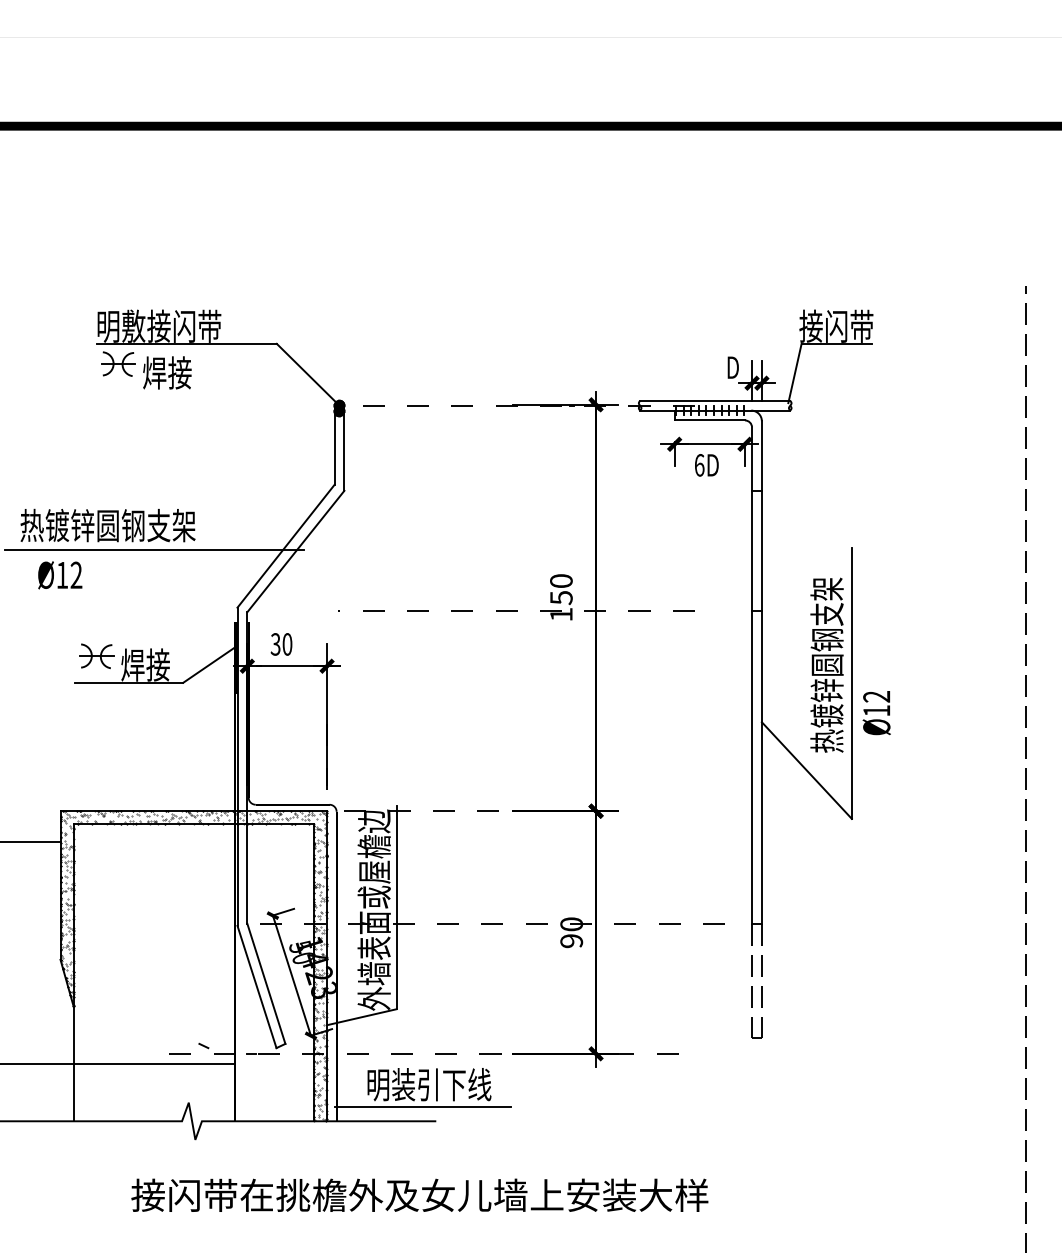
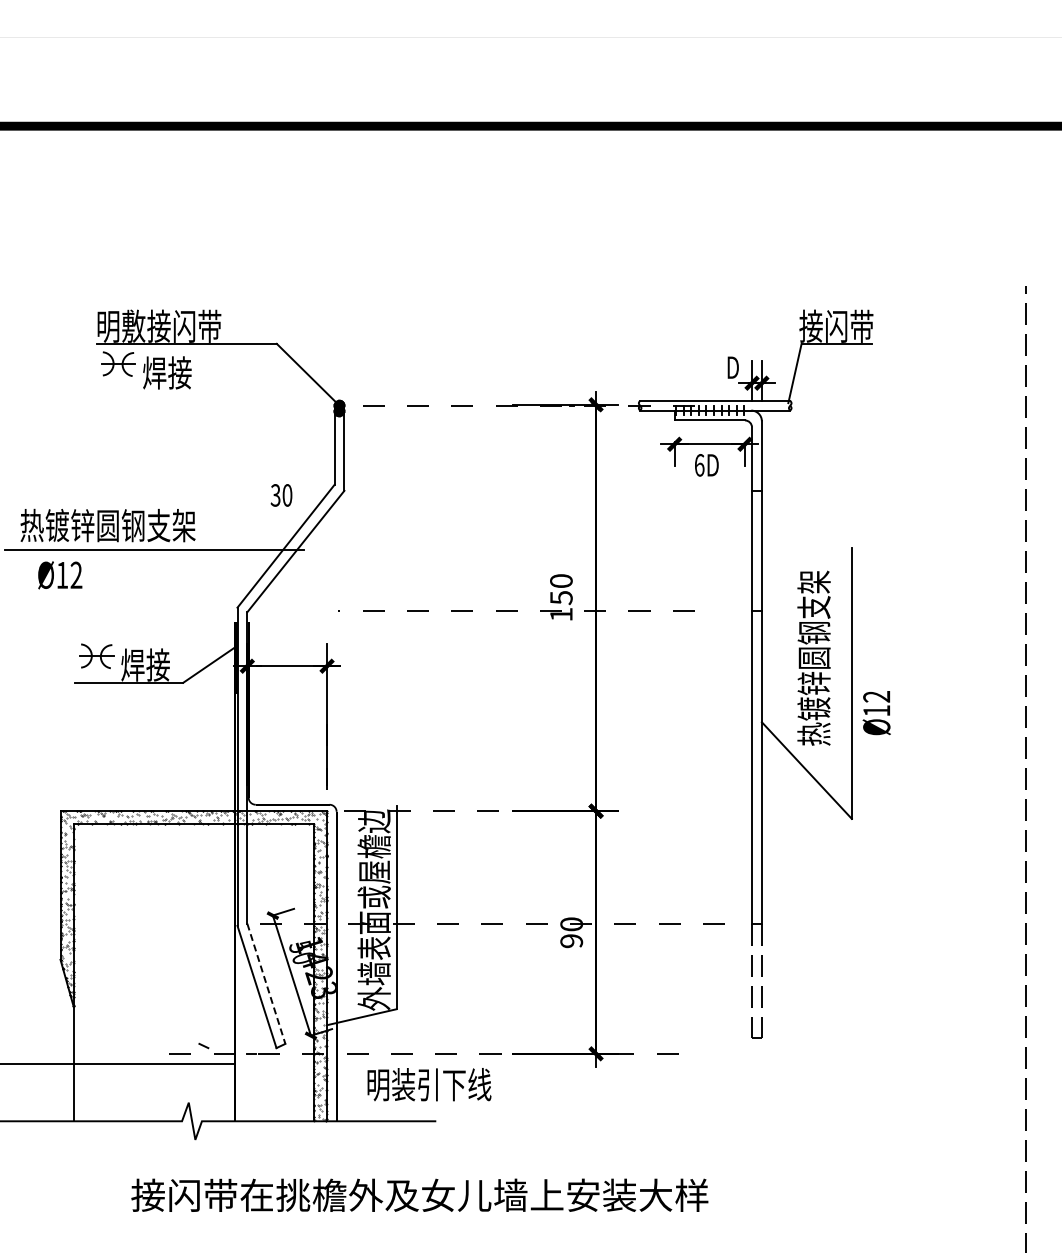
text at (281, 644) position: (281, 644) -> (281, 495)
text at (826, 664) position: (826, 664) -> (813, 657)
line at (31, 842): present -> none
line at (266, 984): solid -> dashed
line at (422, 1106): present -> none
